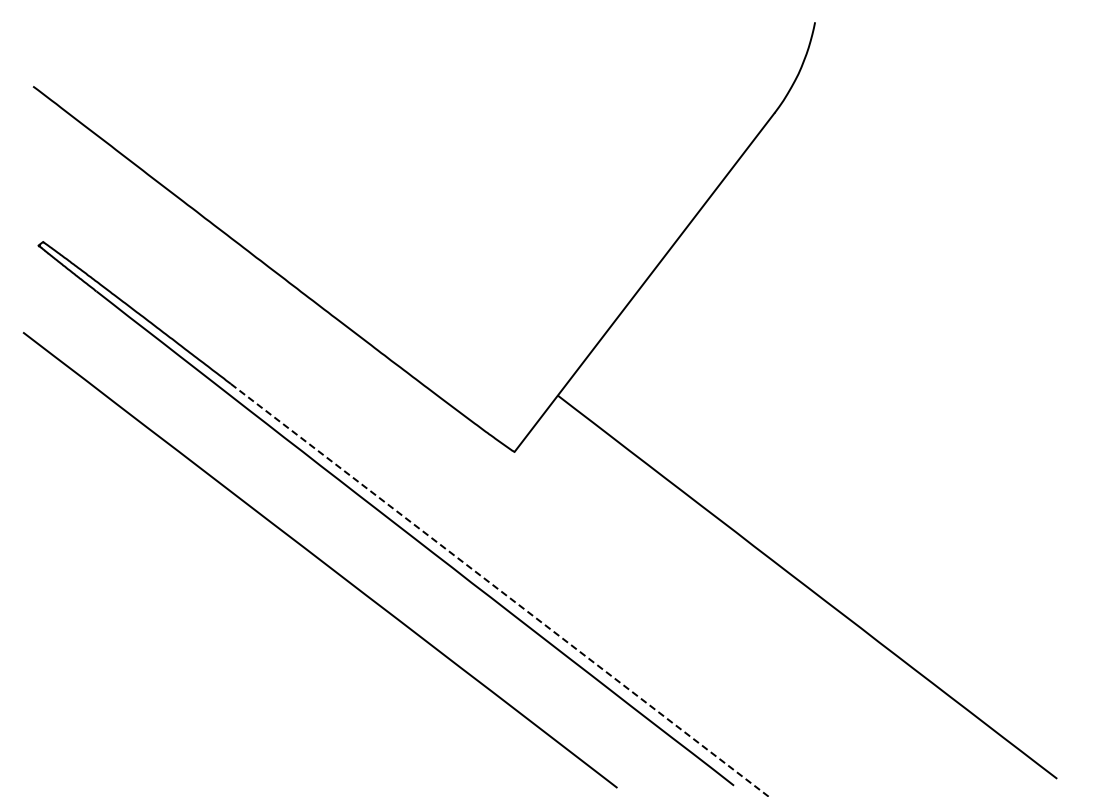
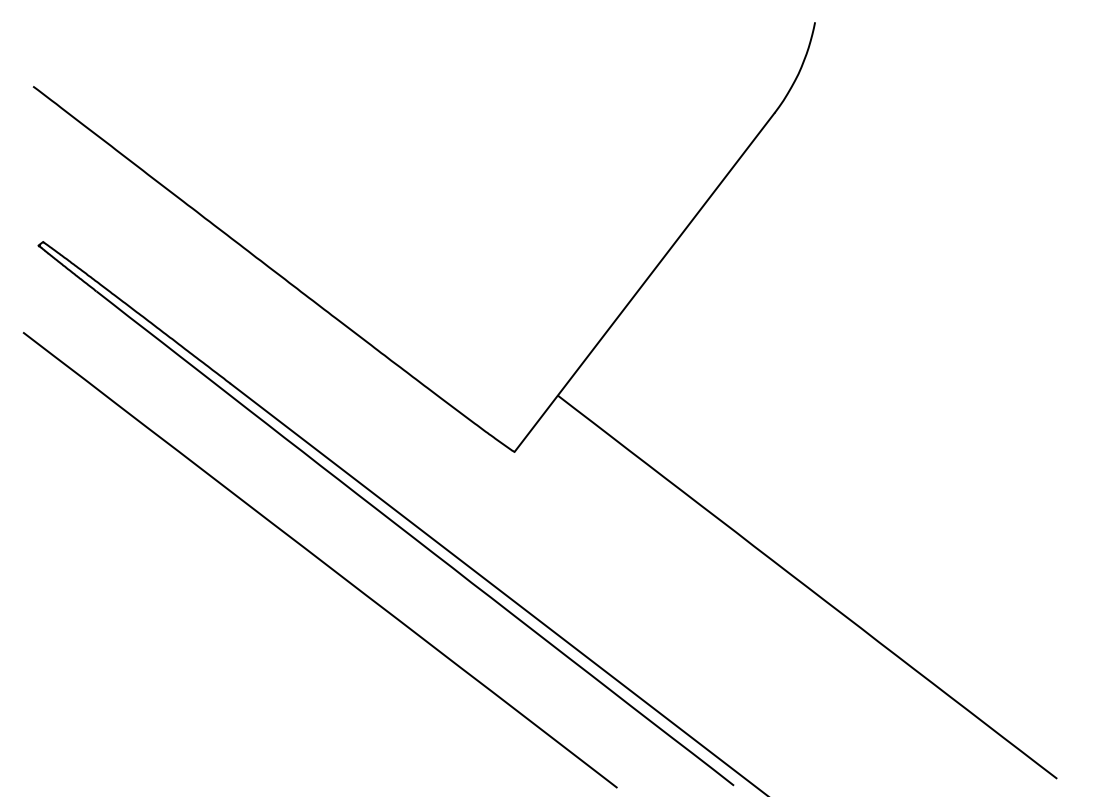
line at (499, 590): dashed -> solid
